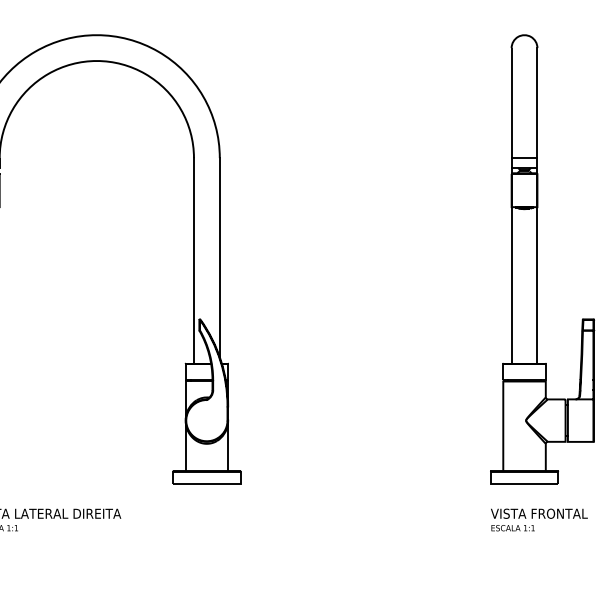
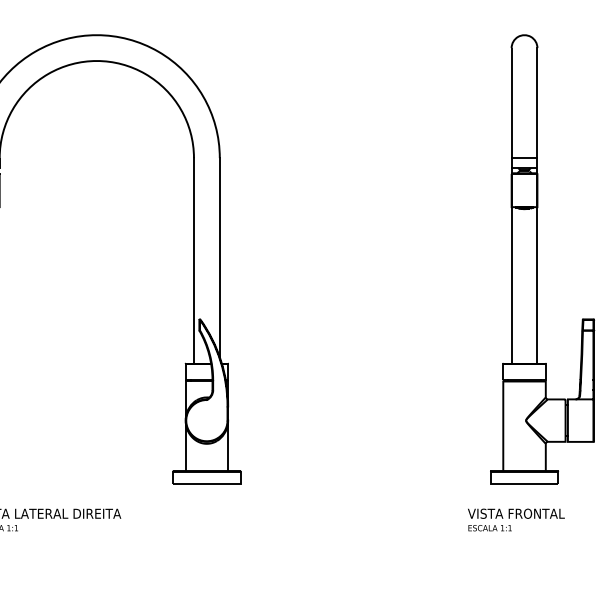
text at (539, 519) position: (539, 519) -> (516, 519)
